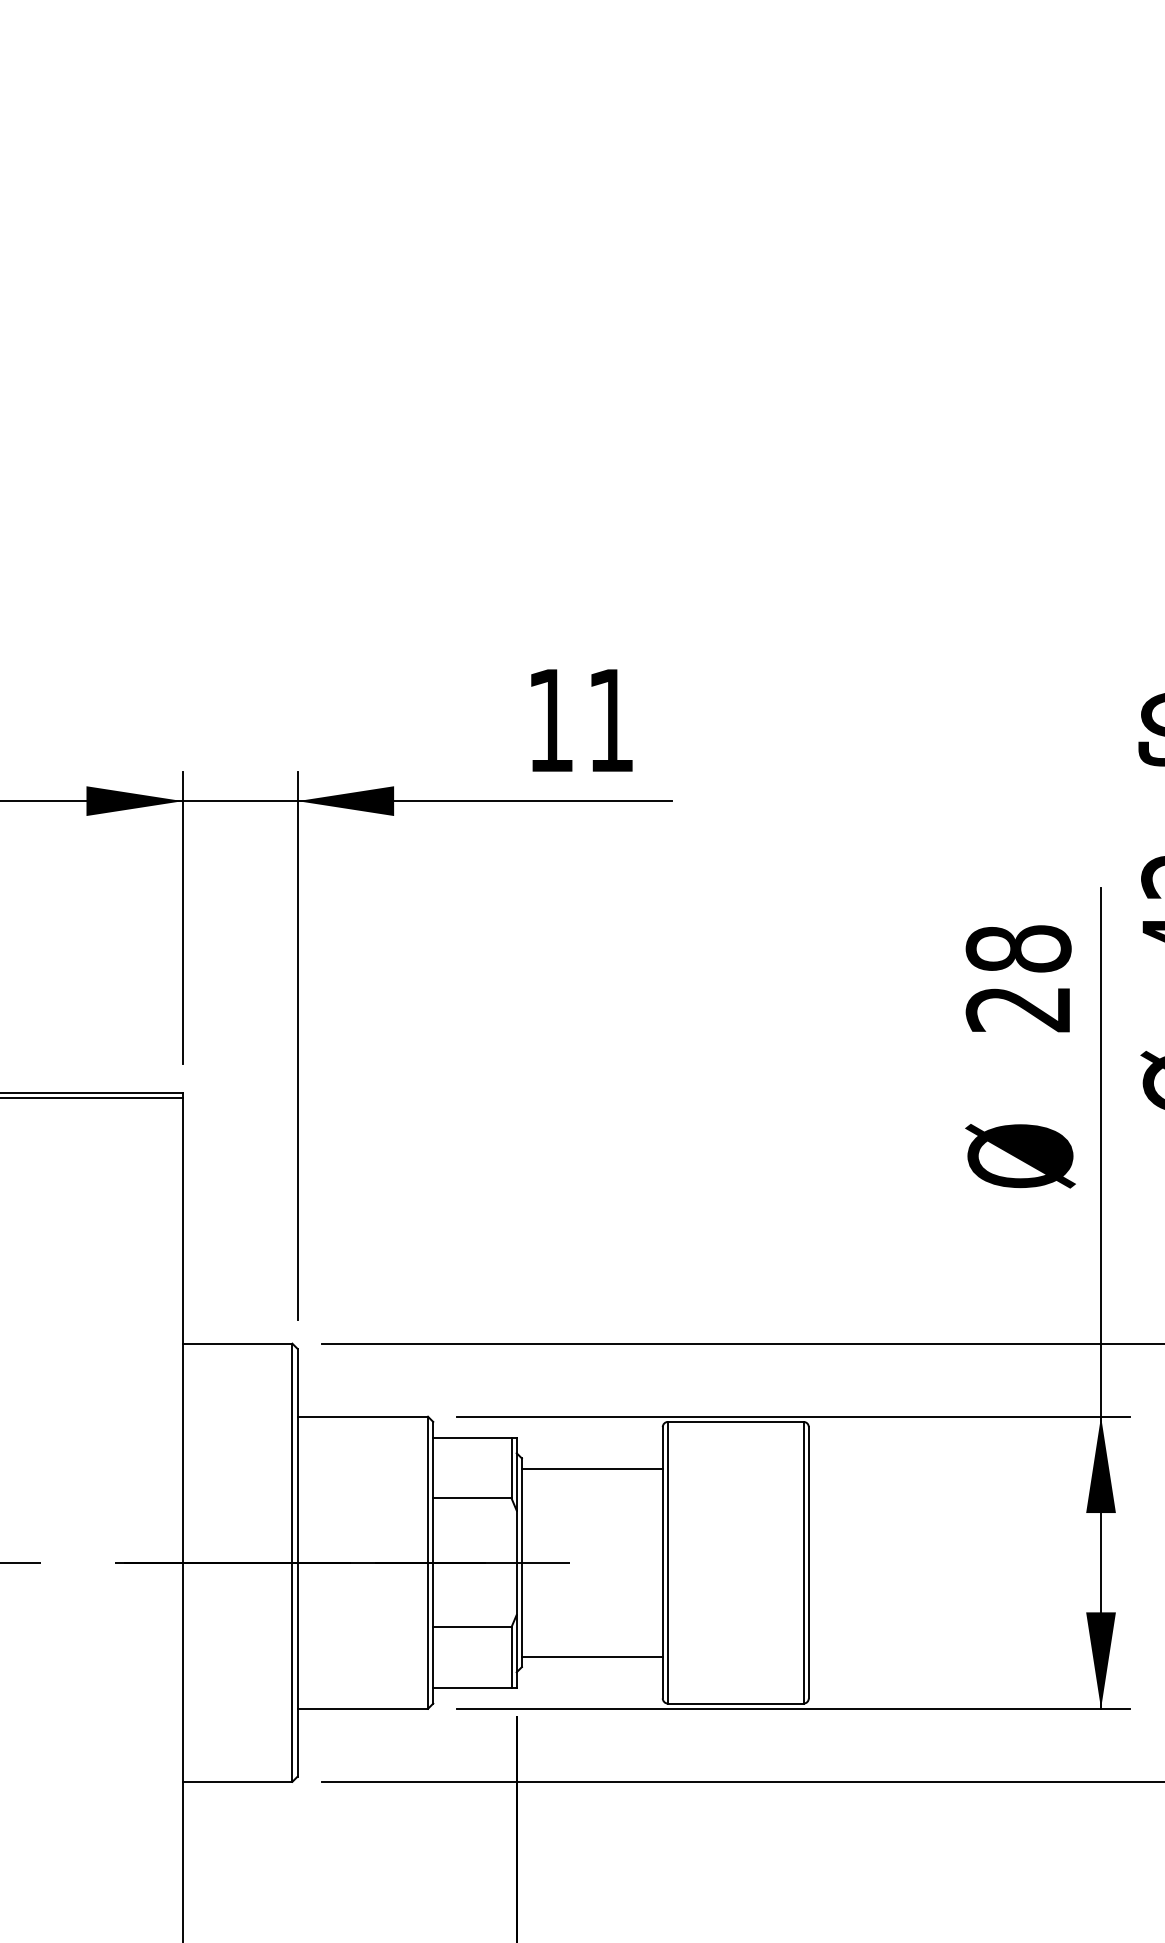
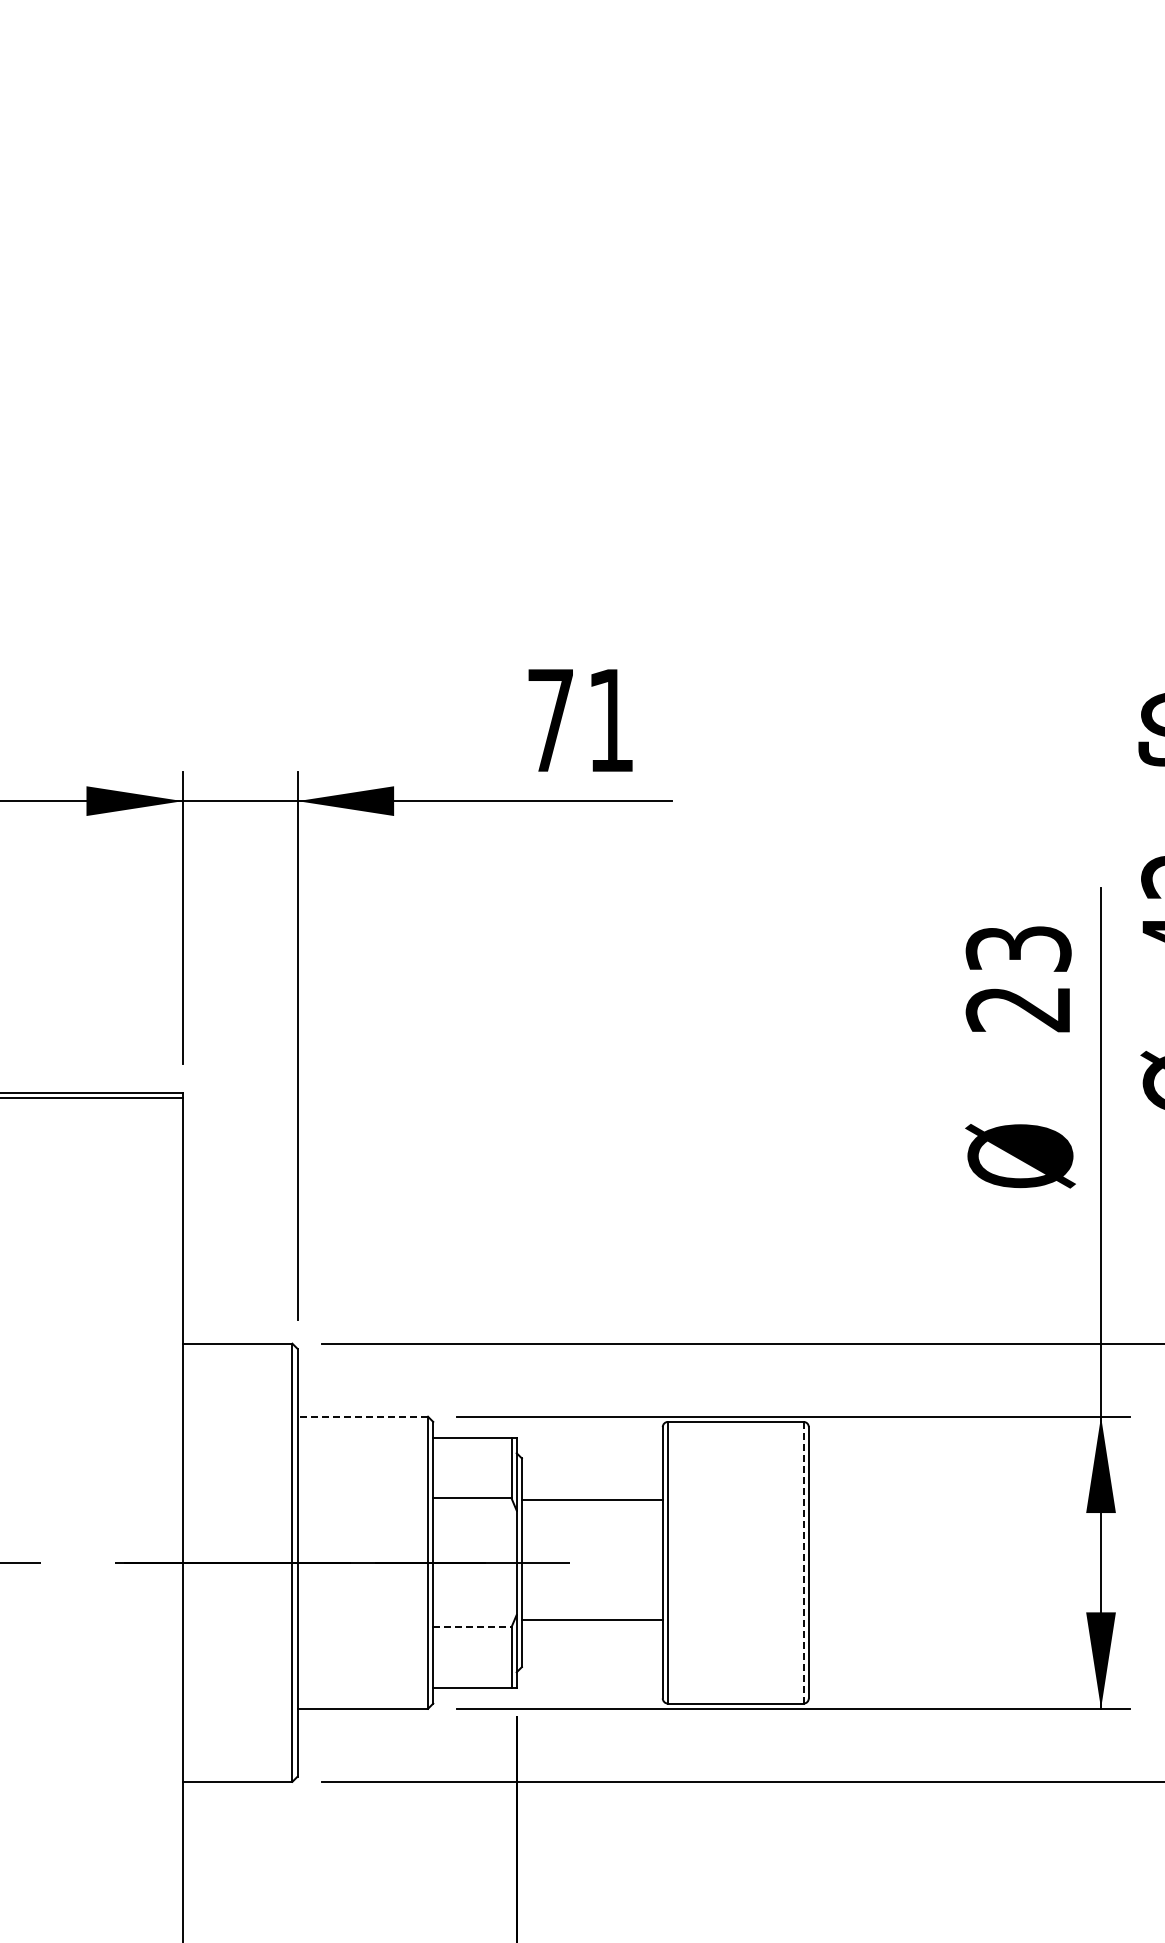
text at (550, 720): 11 -> 71
text at (1018, 948): 28 -> 23
line at (362, 1416): solid -> dashed
line at (591, 1468) position: (591, 1468) -> (591, 1499)
line at (803, 1562): solid -> dashed
line at (472, 1627): solid -> dashed
line at (591, 1656) position: (591, 1656) -> (591, 1619)
